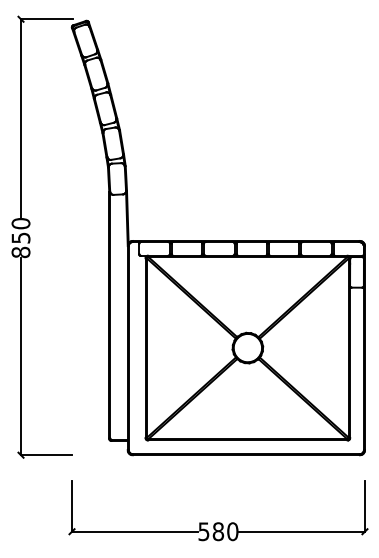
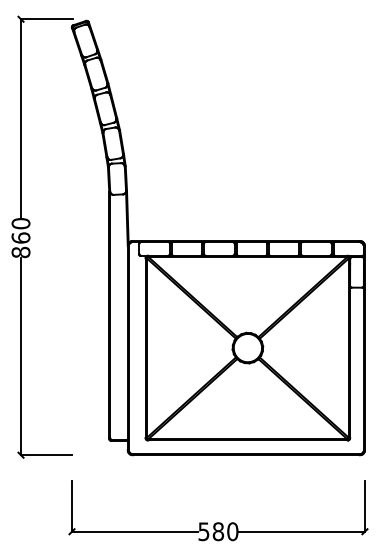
text at (20, 237): 850 -> 860
